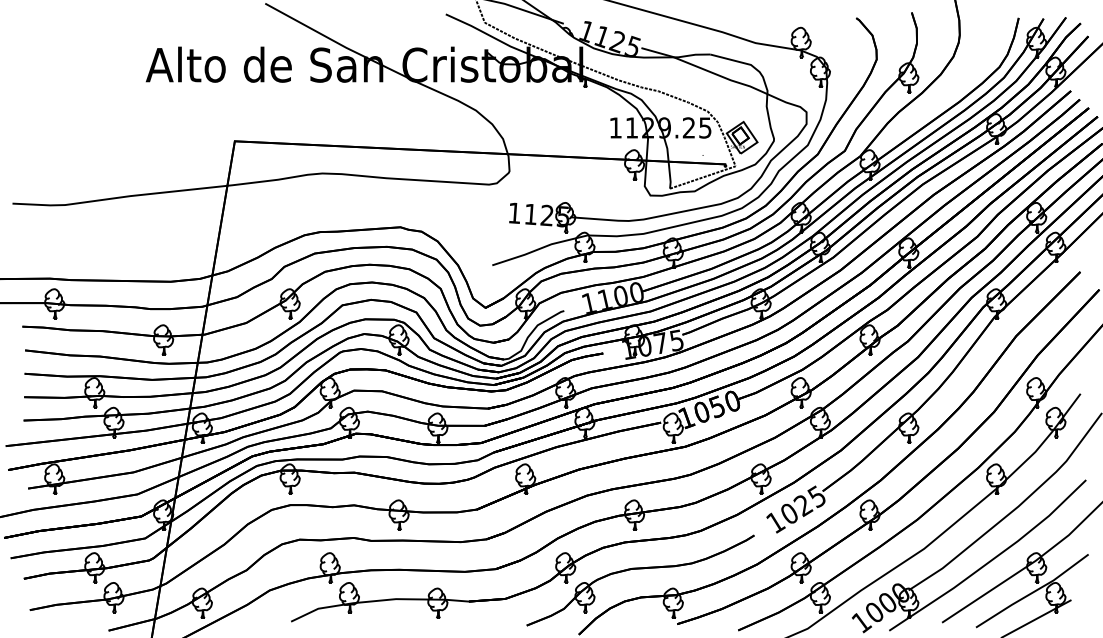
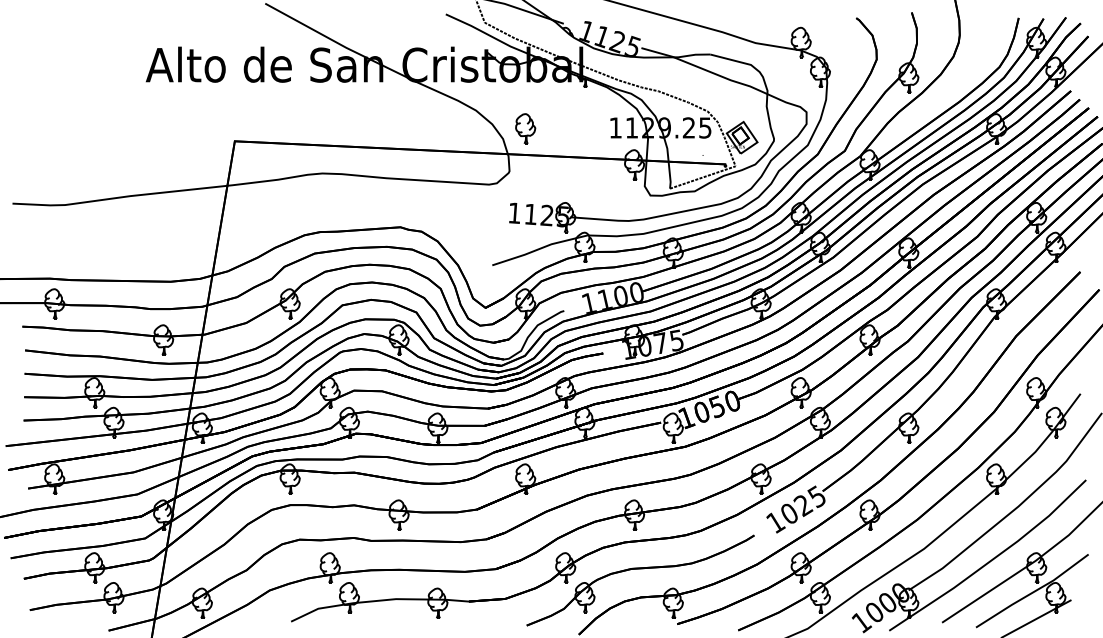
part at (525, 128): none -> present
